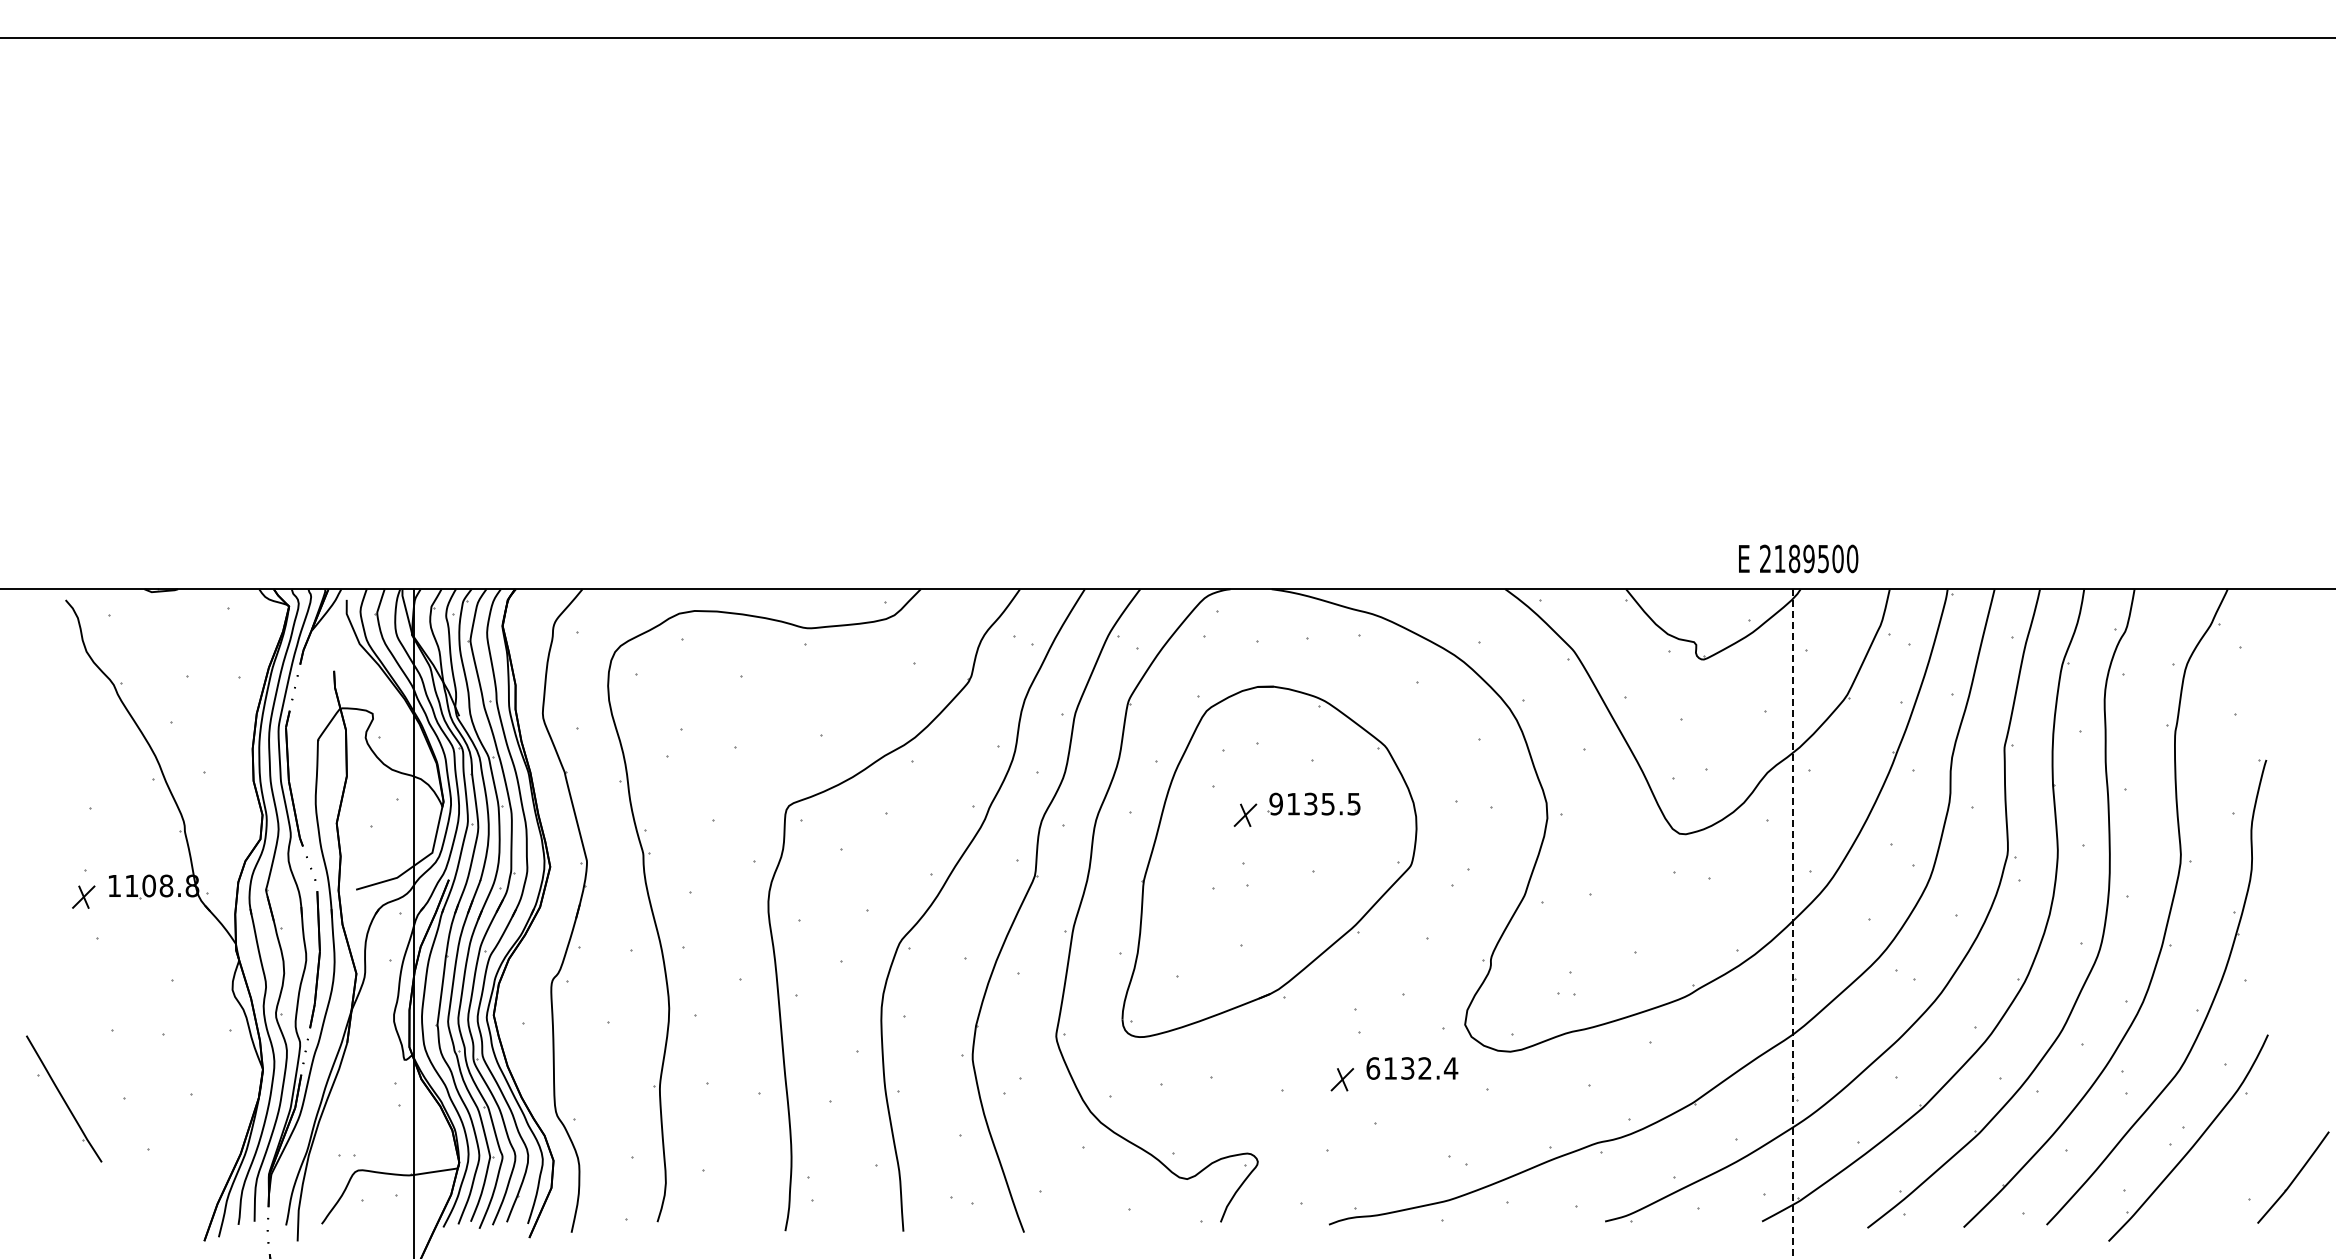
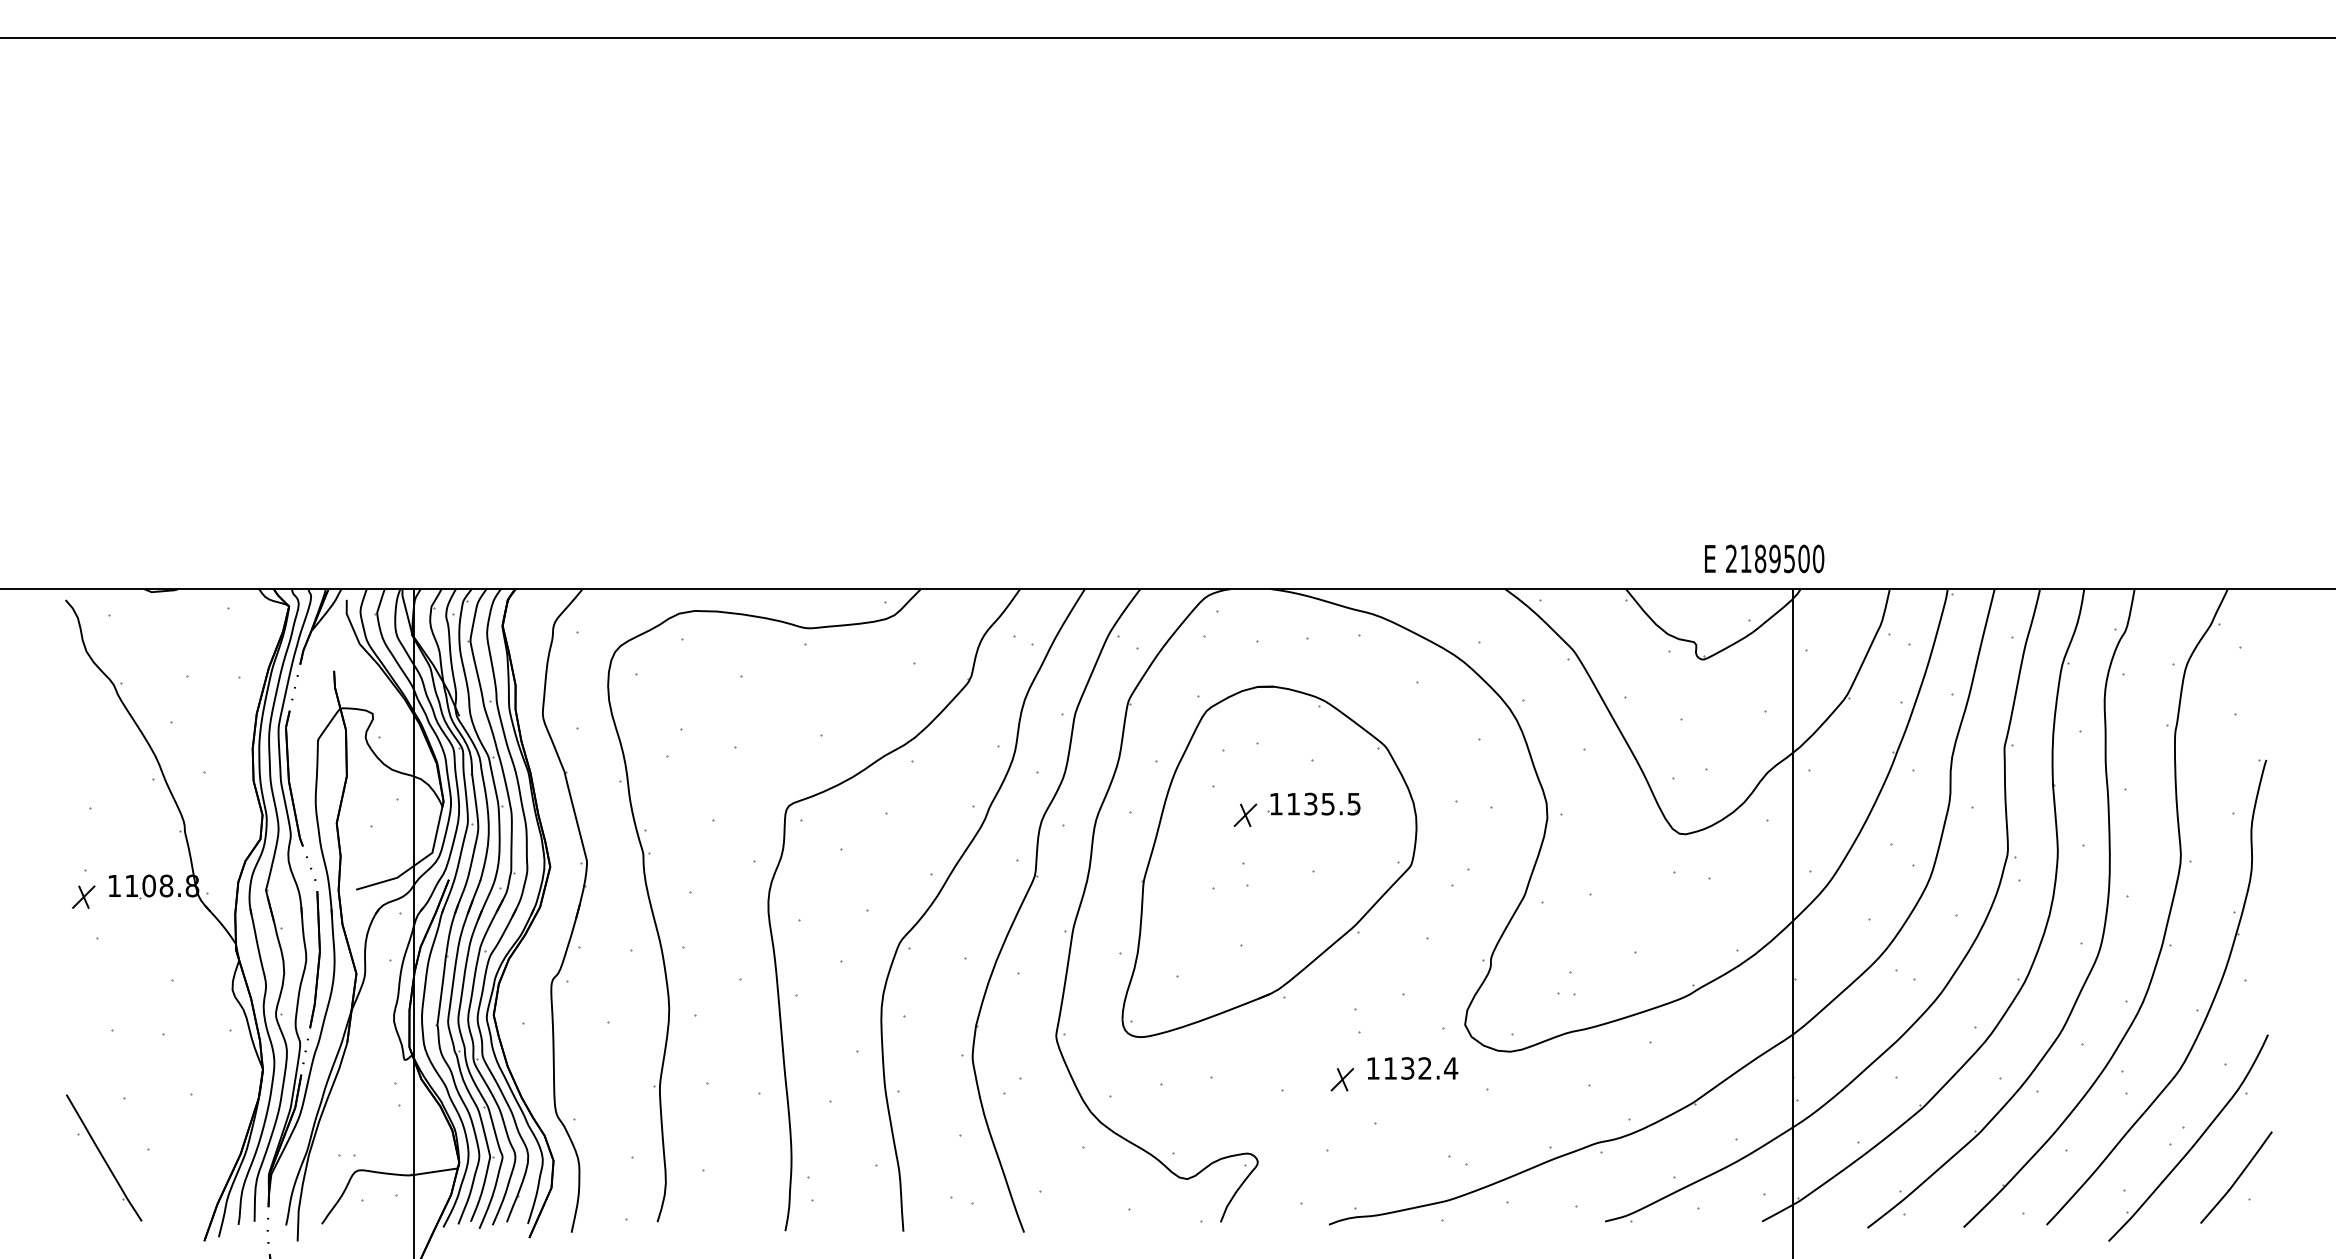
text at (1798, 558) position: (1798, 558) -> (1764, 558)
text at (1275, 803): 9135.5 -> 1135.5
line at (1792, 923): dashed -> solid
text at (1373, 1068): 6132.4 -> 1132.4
part at (64, 1098) position: (64, 1098) -> (104, 1157)
part at (2293, 1177) position: (2293, 1177) -> (2236, 1177)
